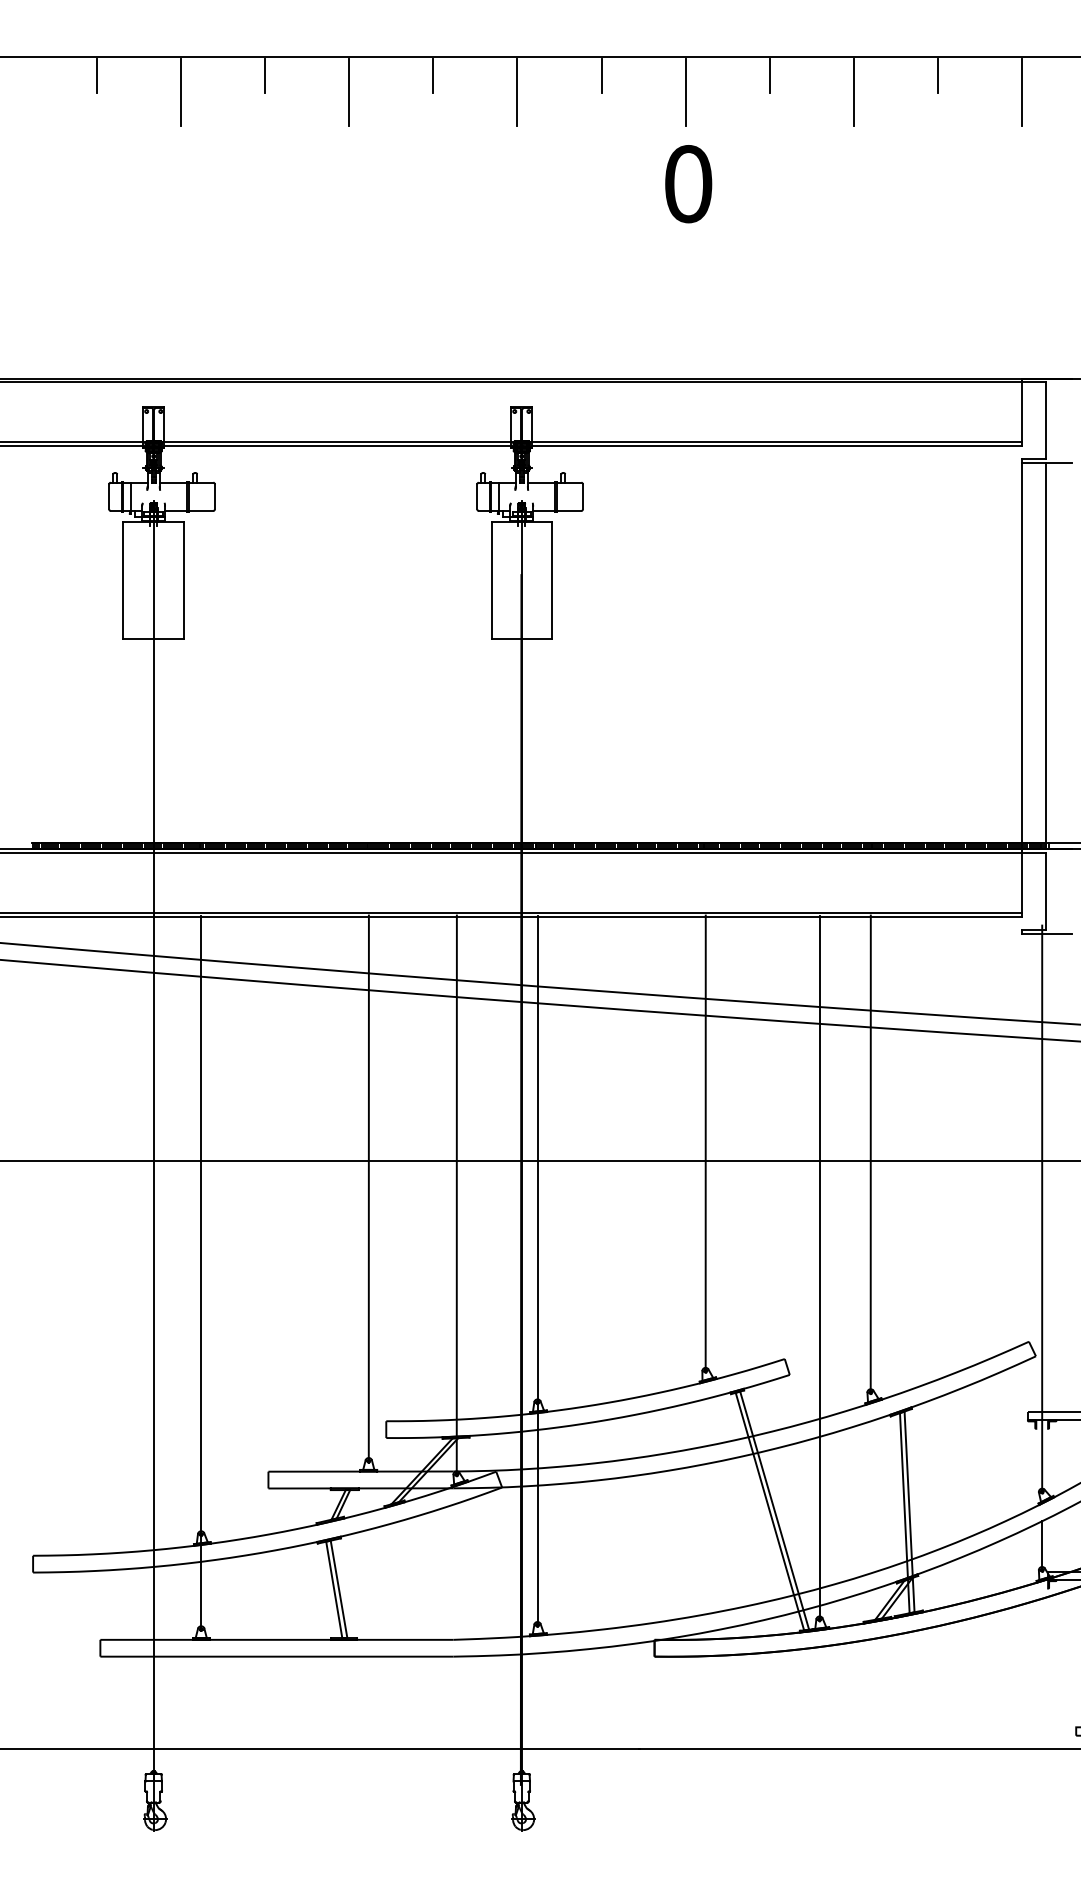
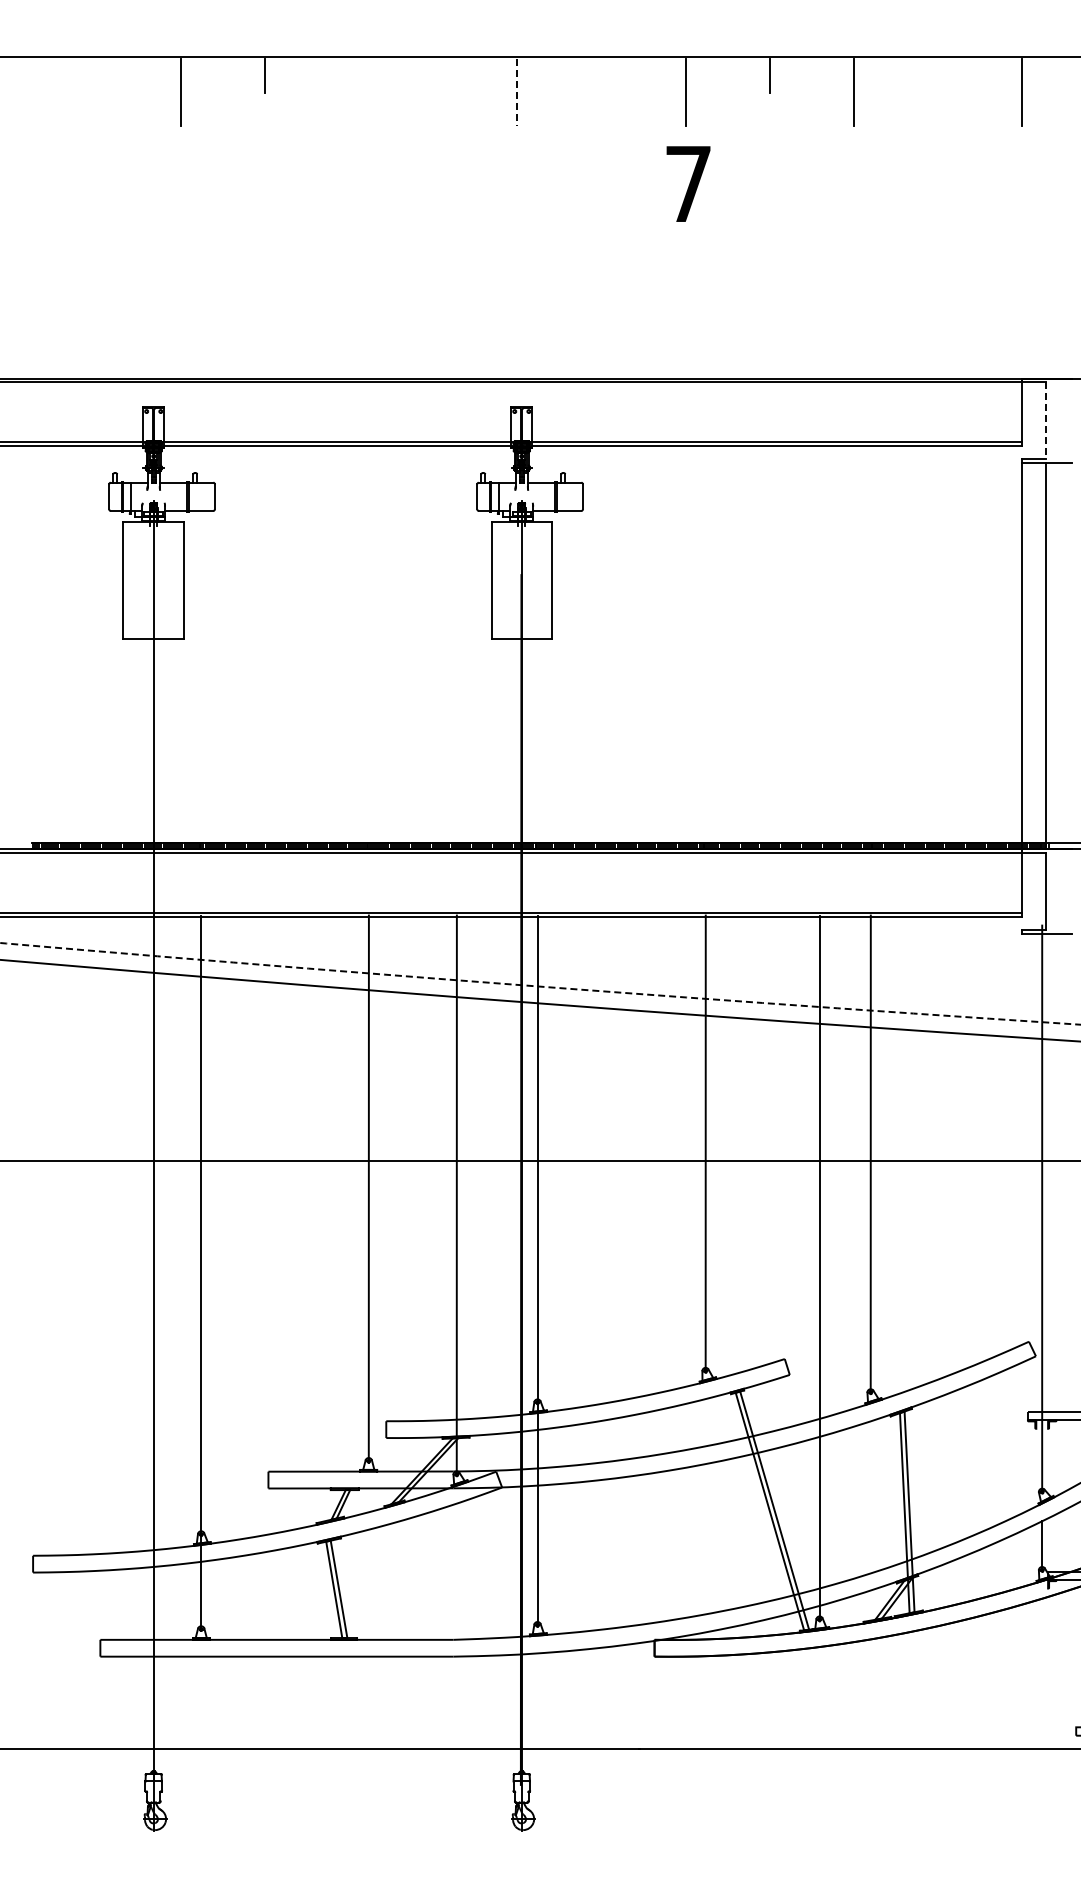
line at (97, 75): present -> none
line at (433, 75): present -> none
line at (601, 75): present -> none
line at (937, 75): present -> none
line at (349, 92): present -> none
line at (517, 92): solid -> dashed
text at (688, 184): 0 -> 7
line at (1045, 420): solid -> dashed
arc at (540, 986): solid -> dashed
